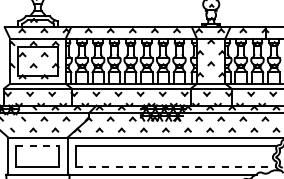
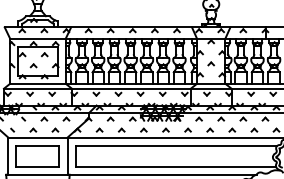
line at (37, 145): dashed -> solid
line at (176, 166): dashed -> solid
